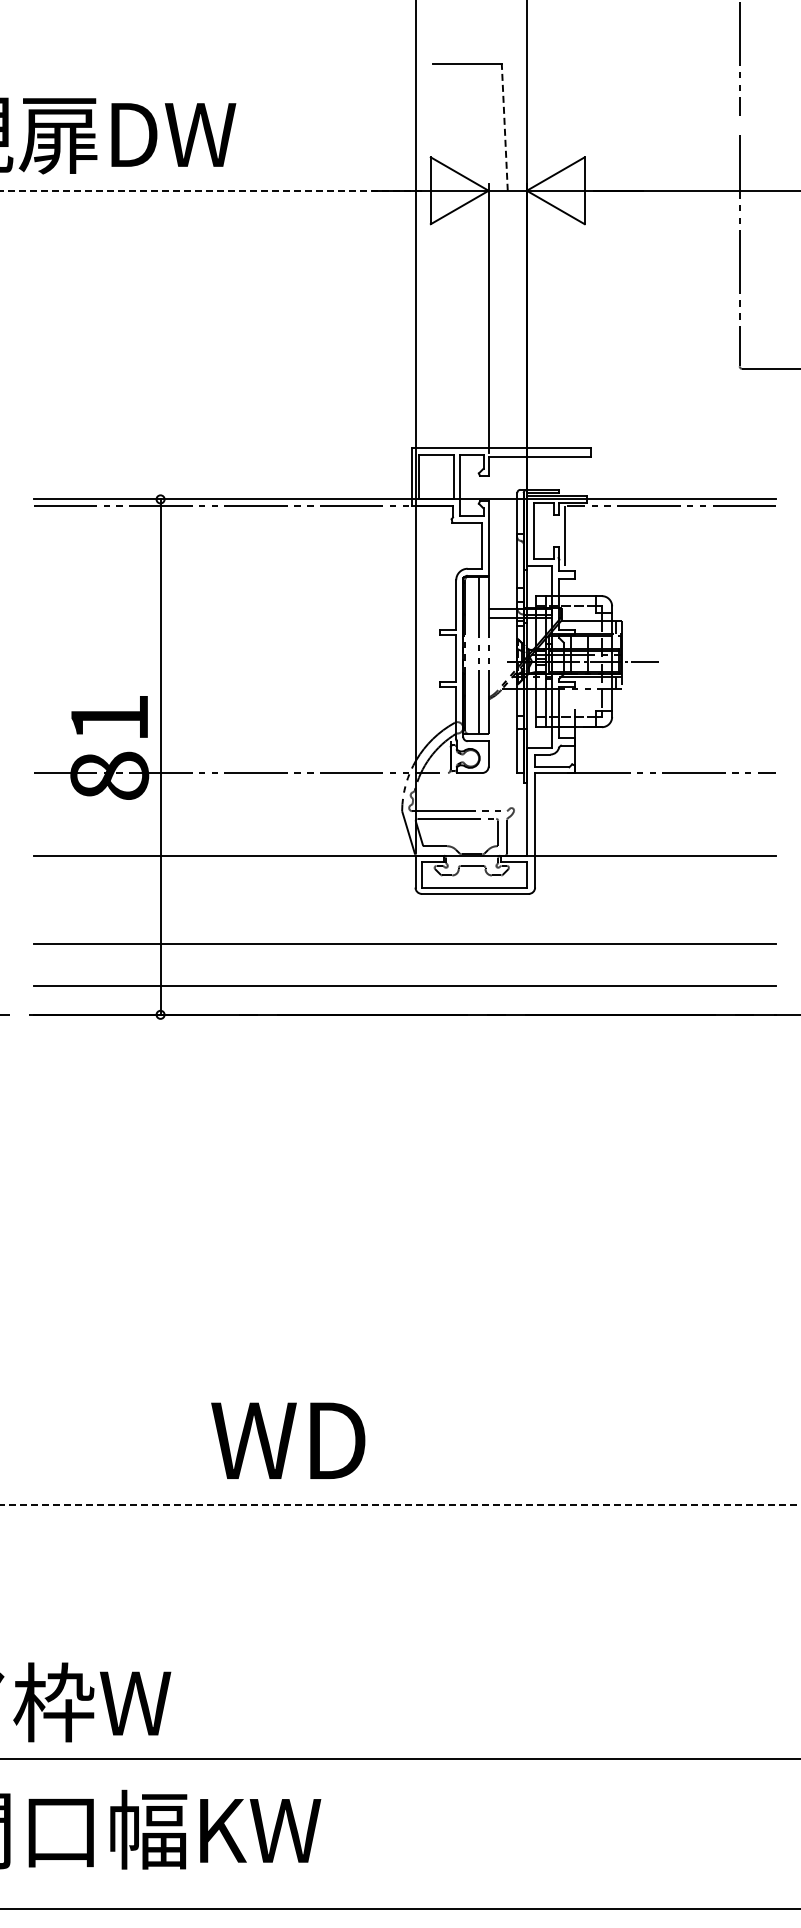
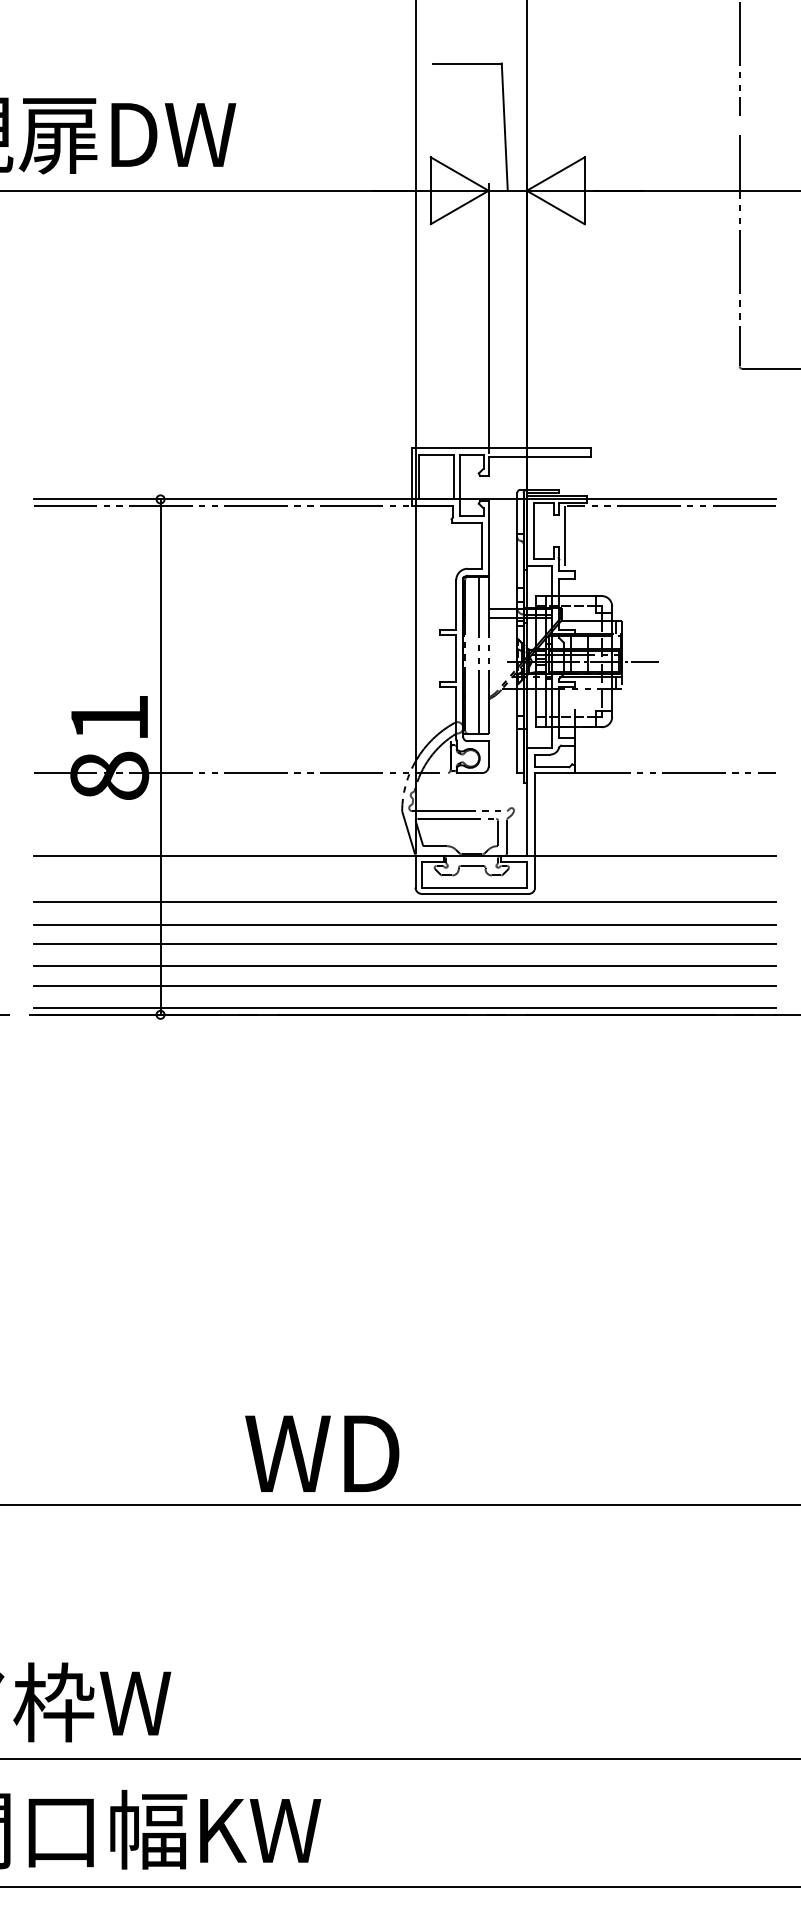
line at (504, 127): dashed -> solid
line at (211, 190): dashed -> solid
line at (404, 902): none -> present
line at (404, 925): none -> present
line at (404, 966): none -> present
line at (404, 1008): none -> present
text at (288, 1440) position: (288, 1440) -> (322, 1453)
line at (400, 1504): dashed -> solid
line at (399, 1908) position: (399, 1908) -> (399, 1886)
